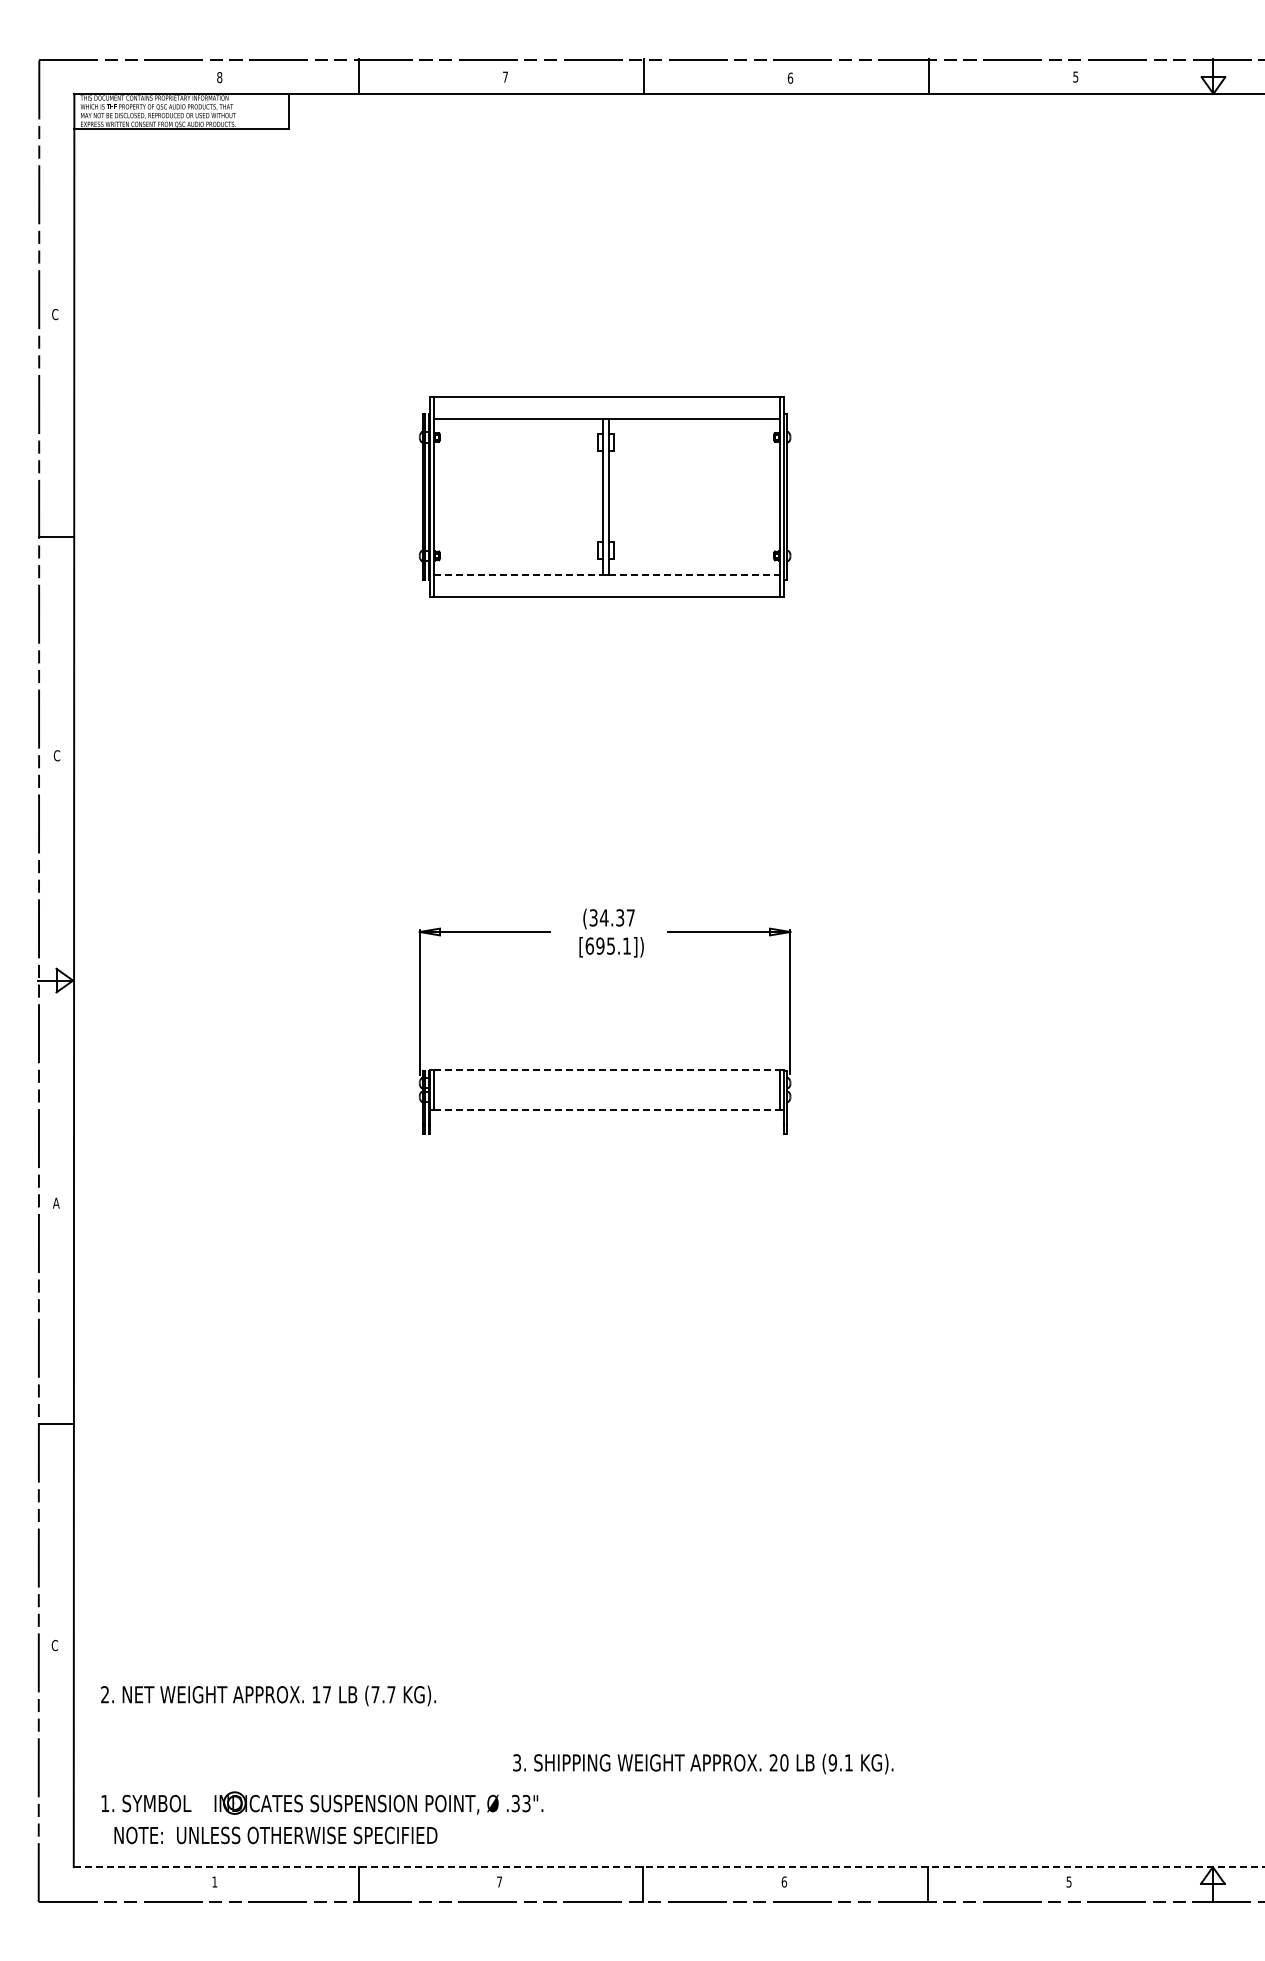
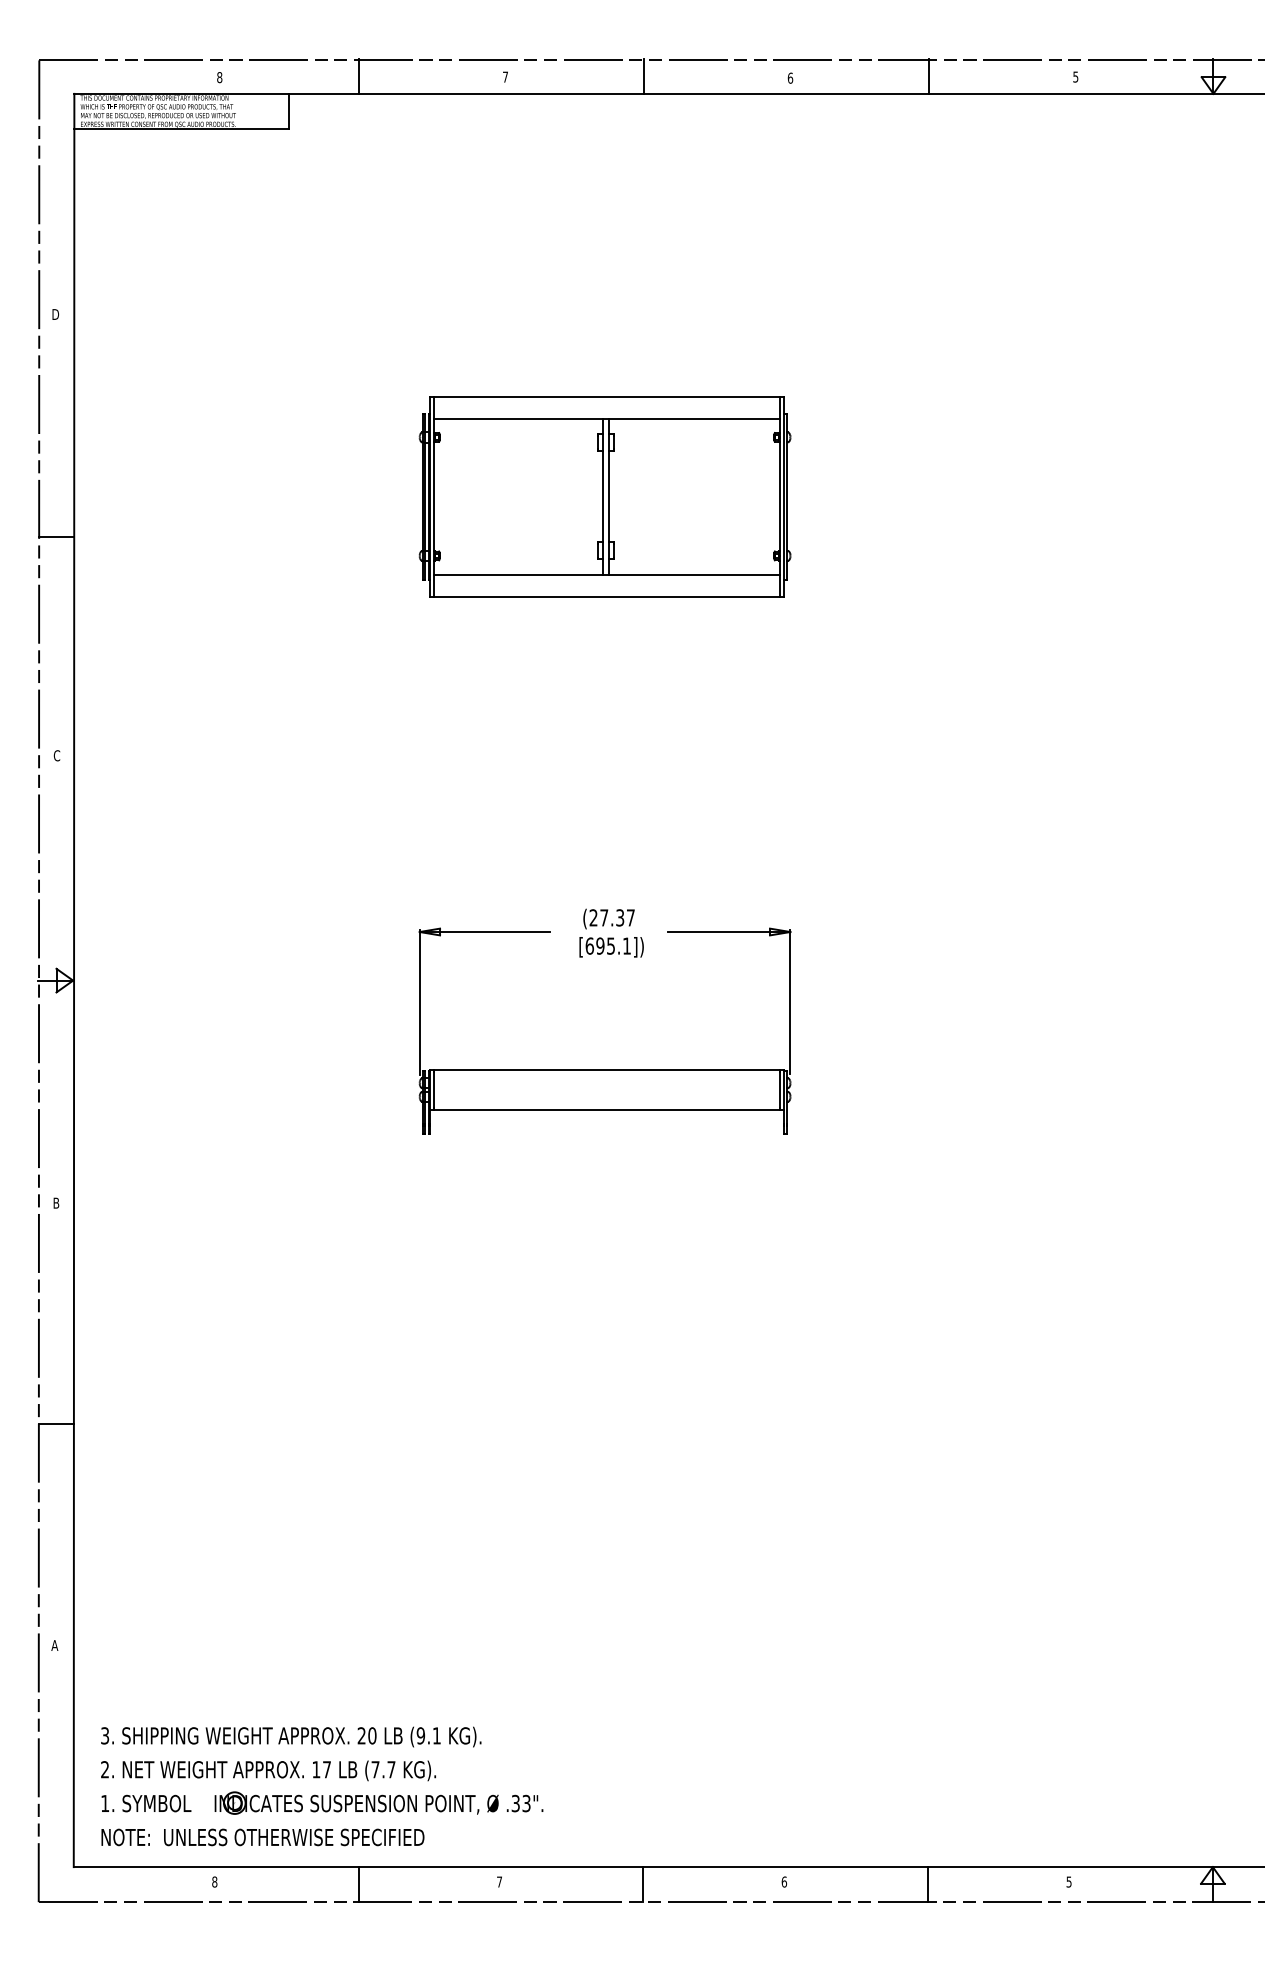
text at (55, 314): C -> D
line at (518, 574): dashed -> solid
line at (695, 574): dashed -> solid
text at (598, 917): (34.37 -> (27.37
line at (607, 1069): dashed -> solid
line at (607, 1110): dashed -> solid
text at (55, 1202): A -> B
text at (54, 1645): C -> A
text at (268, 1695) position: (268, 1695) -> (268, 1770)
text at (703, 1763) position: (703, 1763) -> (291, 1736)
text at (275, 1835) position: (275, 1835) -> (262, 1837)
line at (669, 1867): dashed -> solid
text at (214, 1881): 1 -> 8
